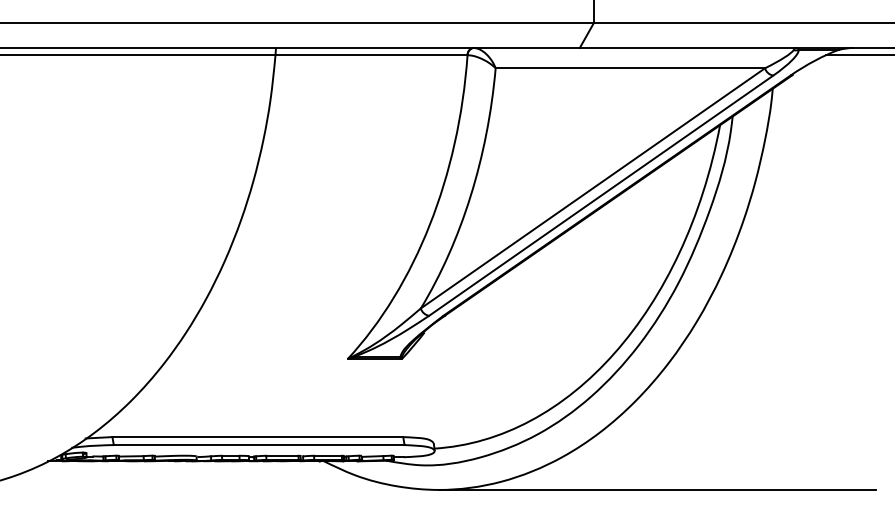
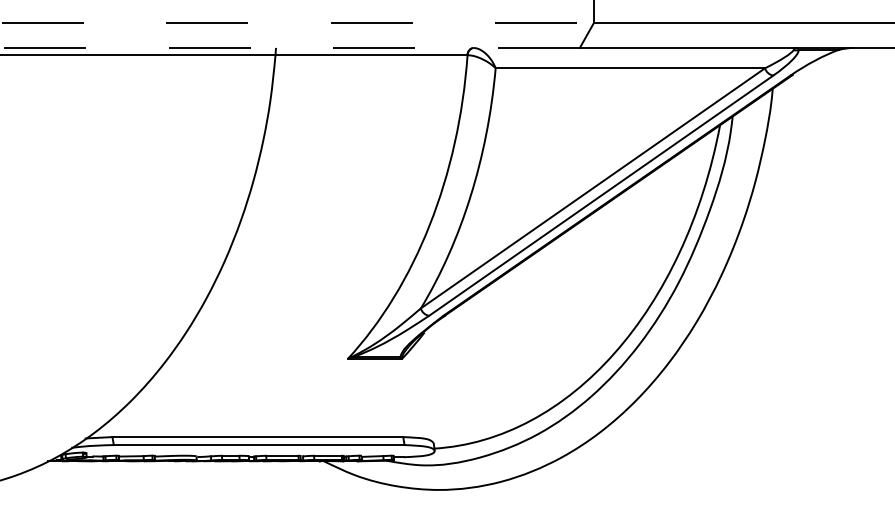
line at (296, 23): solid -> dashed
line at (289, 47): solid -> dashed
line at (858, 55): present -> none
line at (657, 489): present -> none
